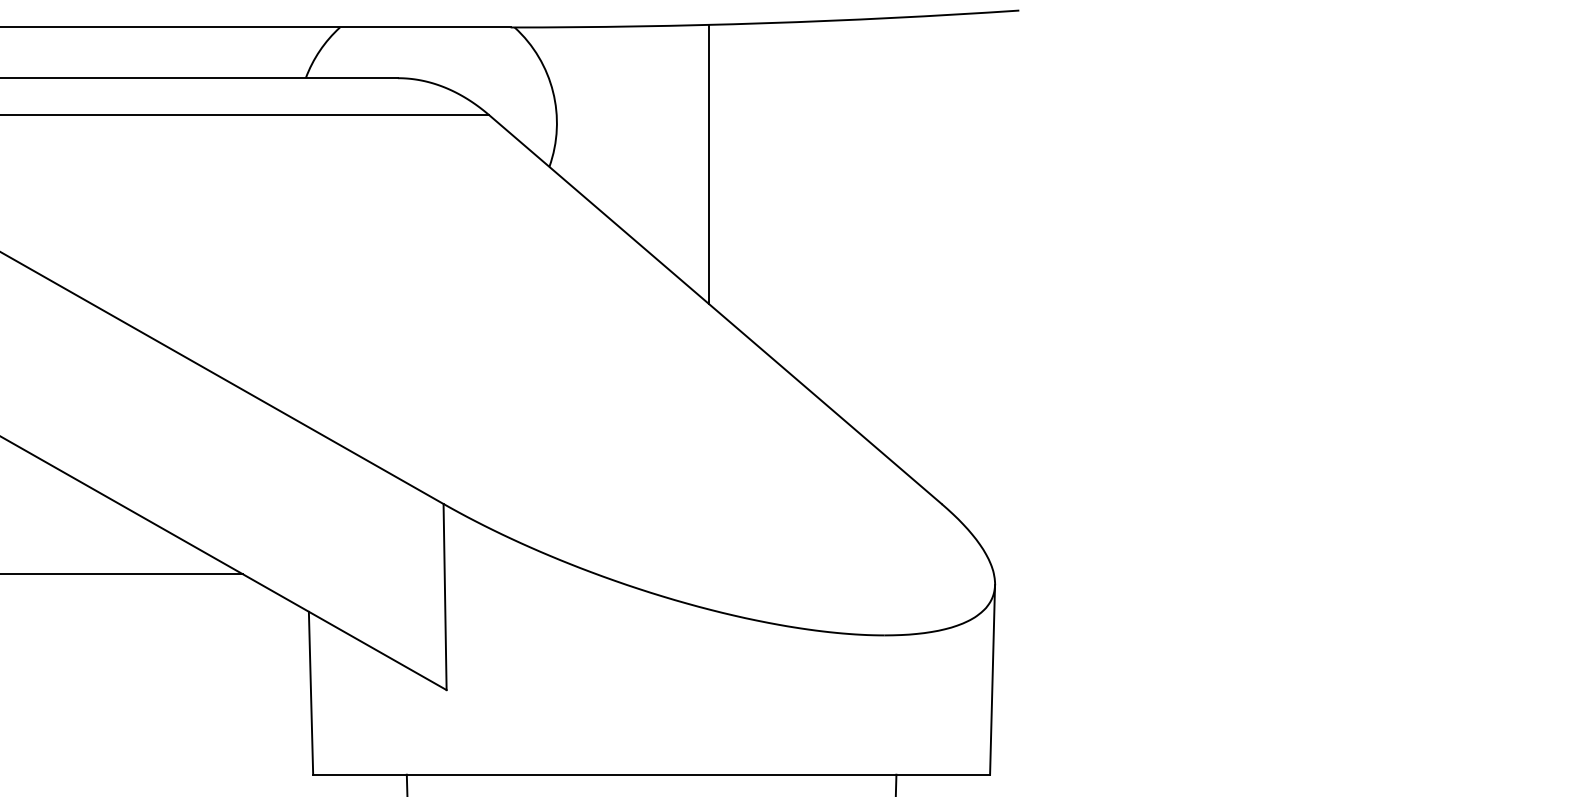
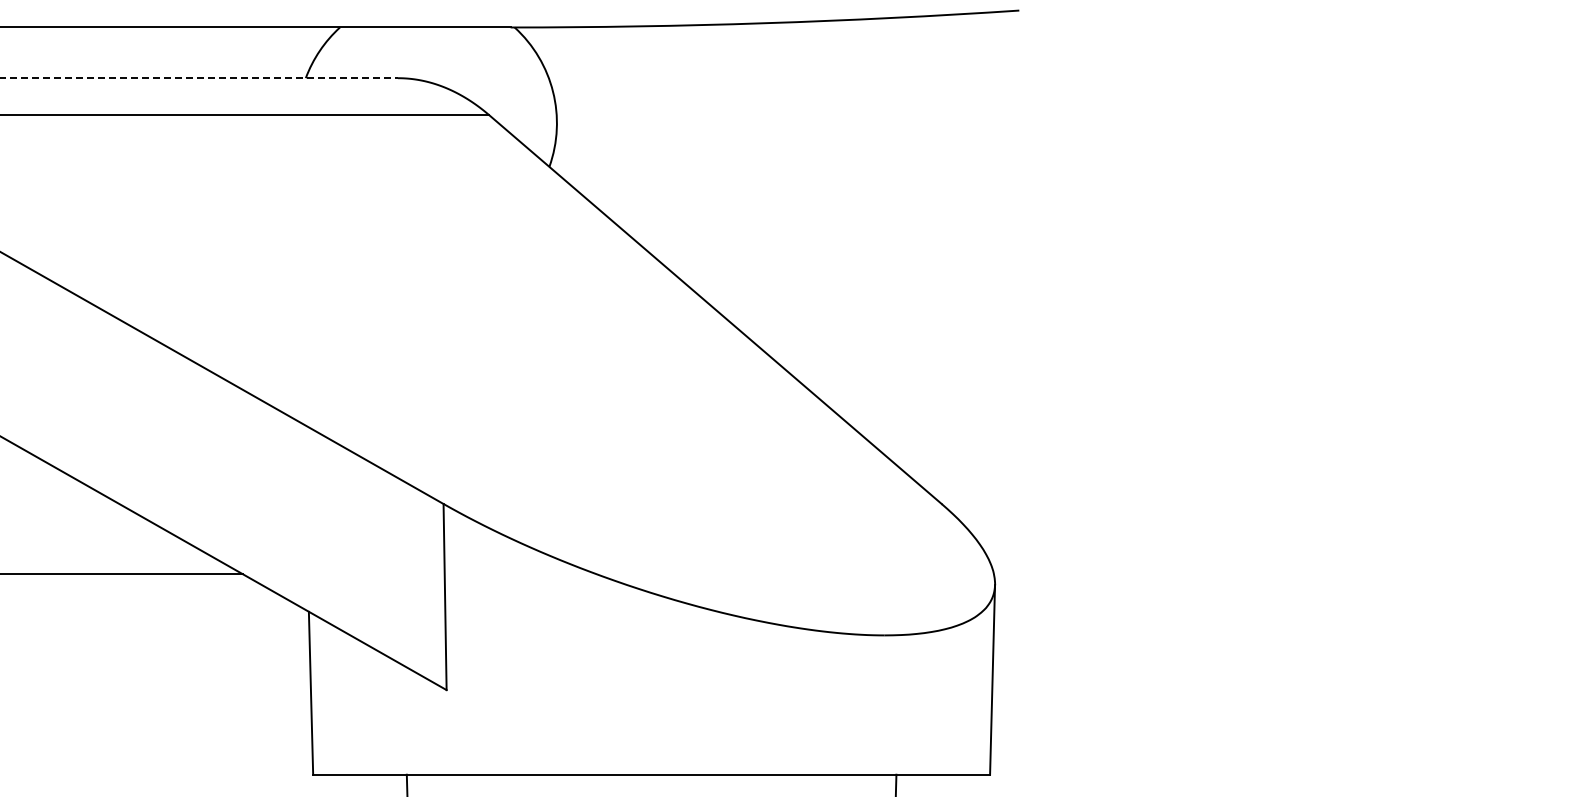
line at (198, 78): solid -> dashed
line at (709, 164): present -> none
